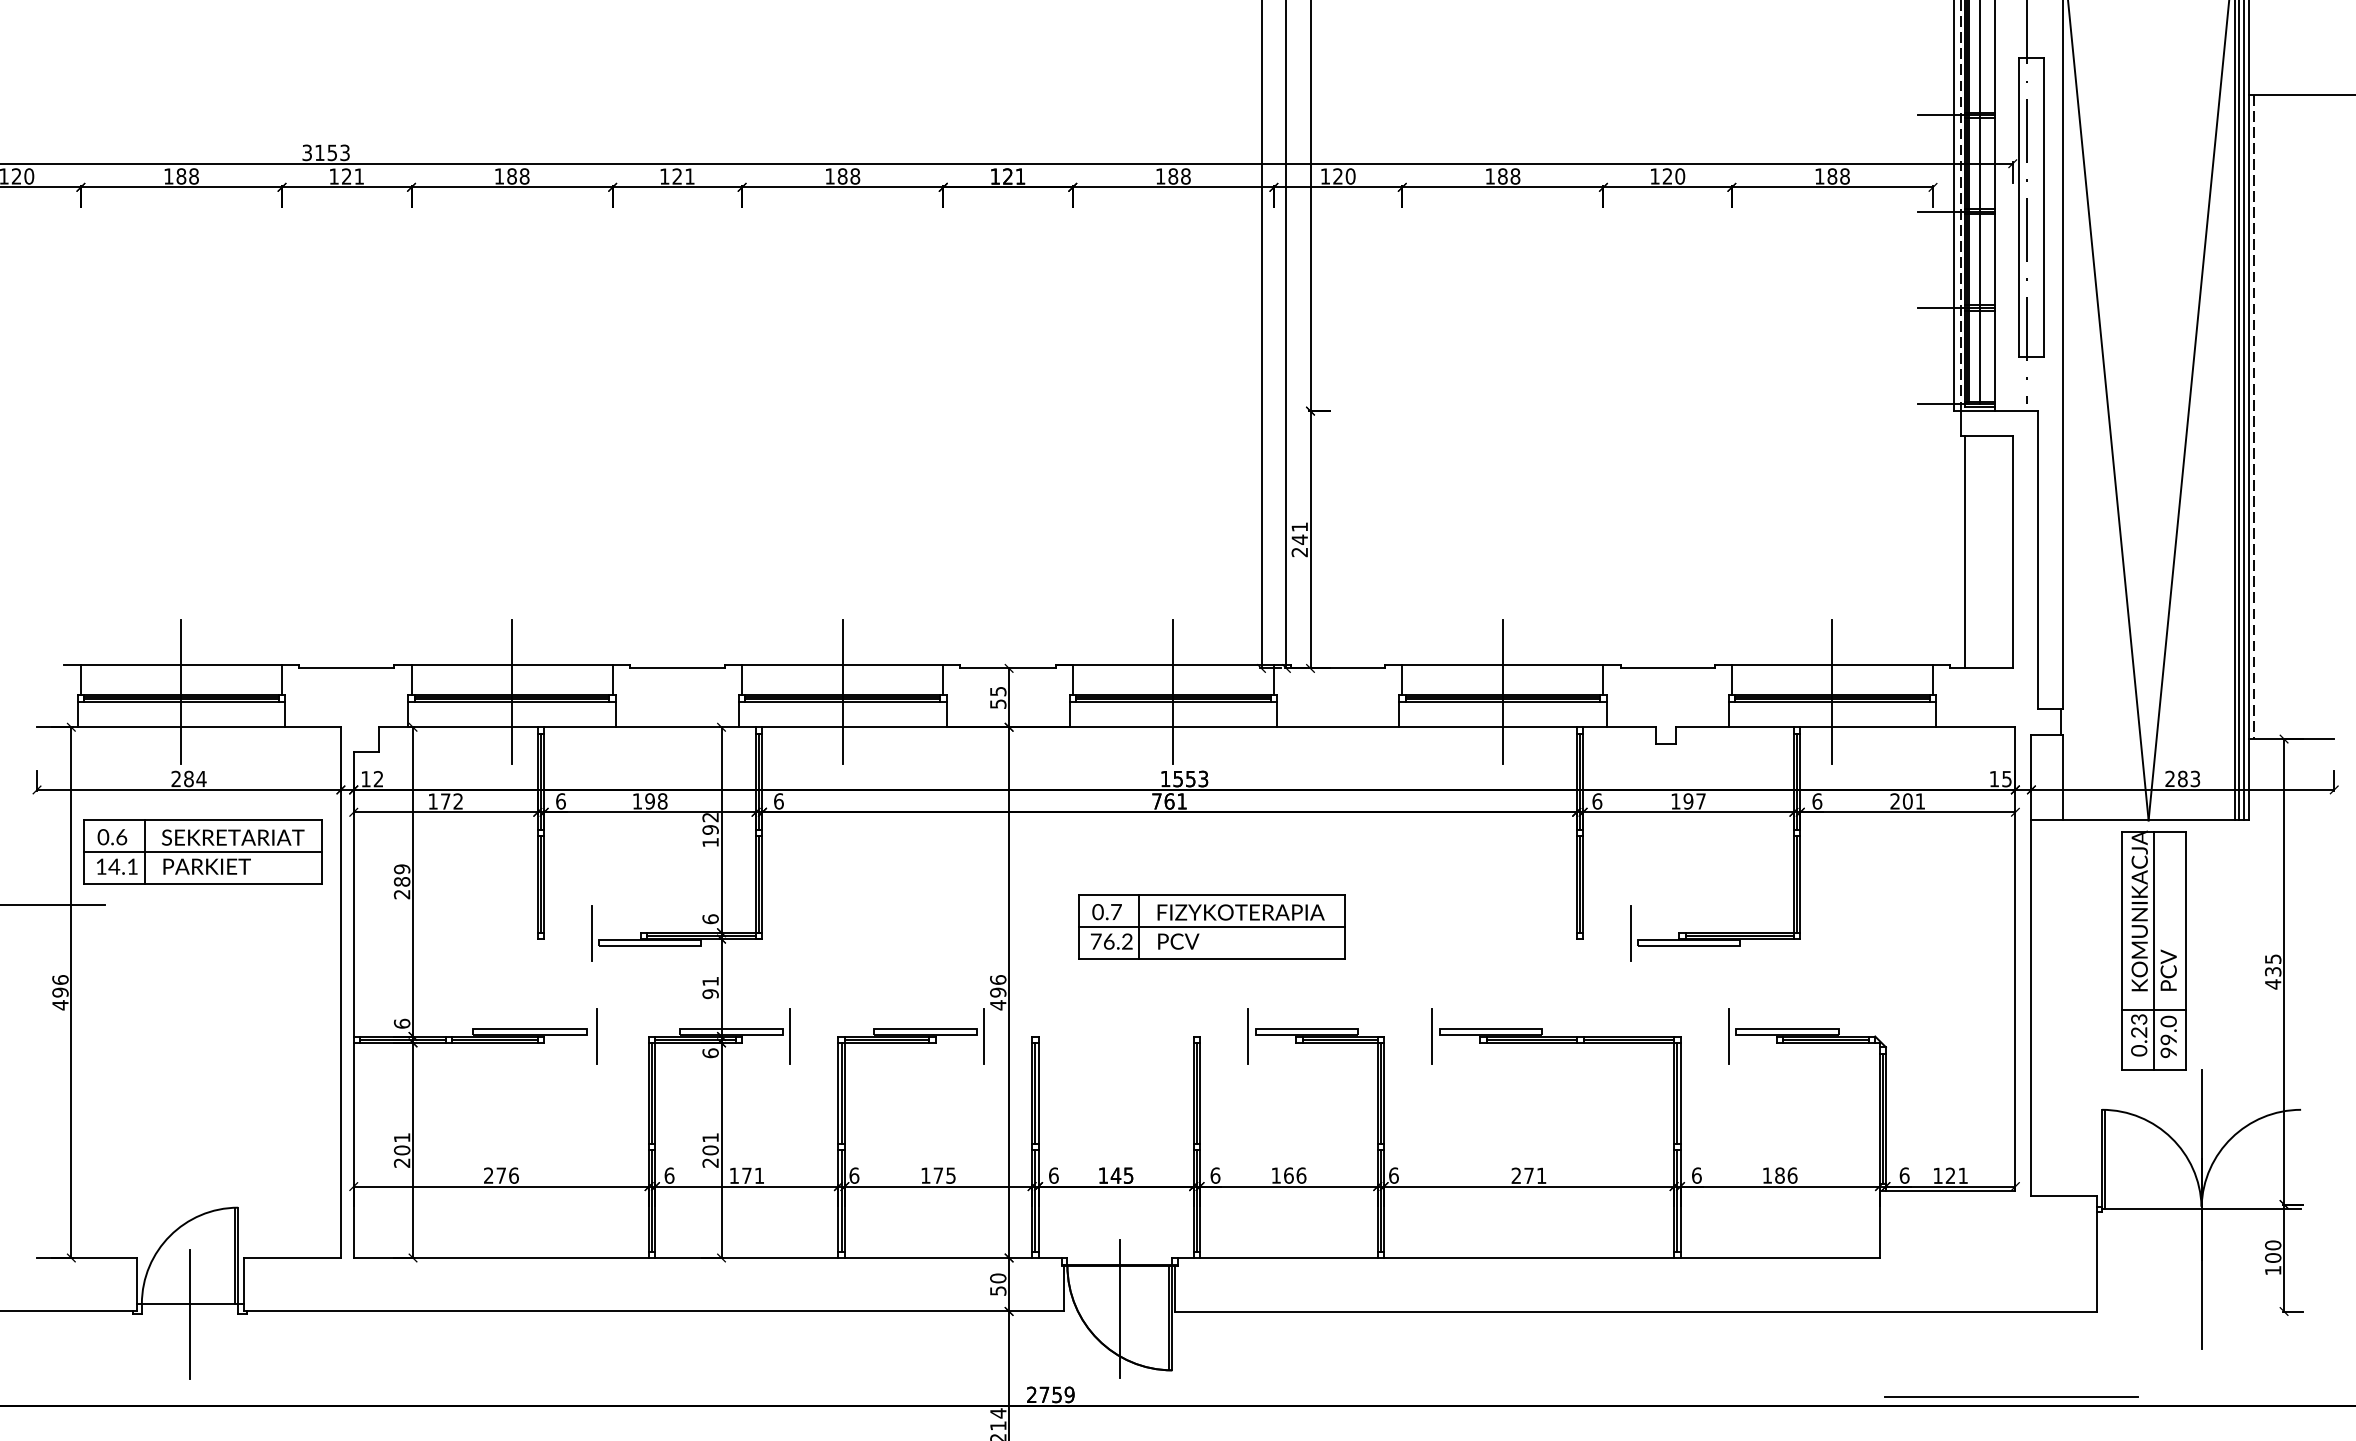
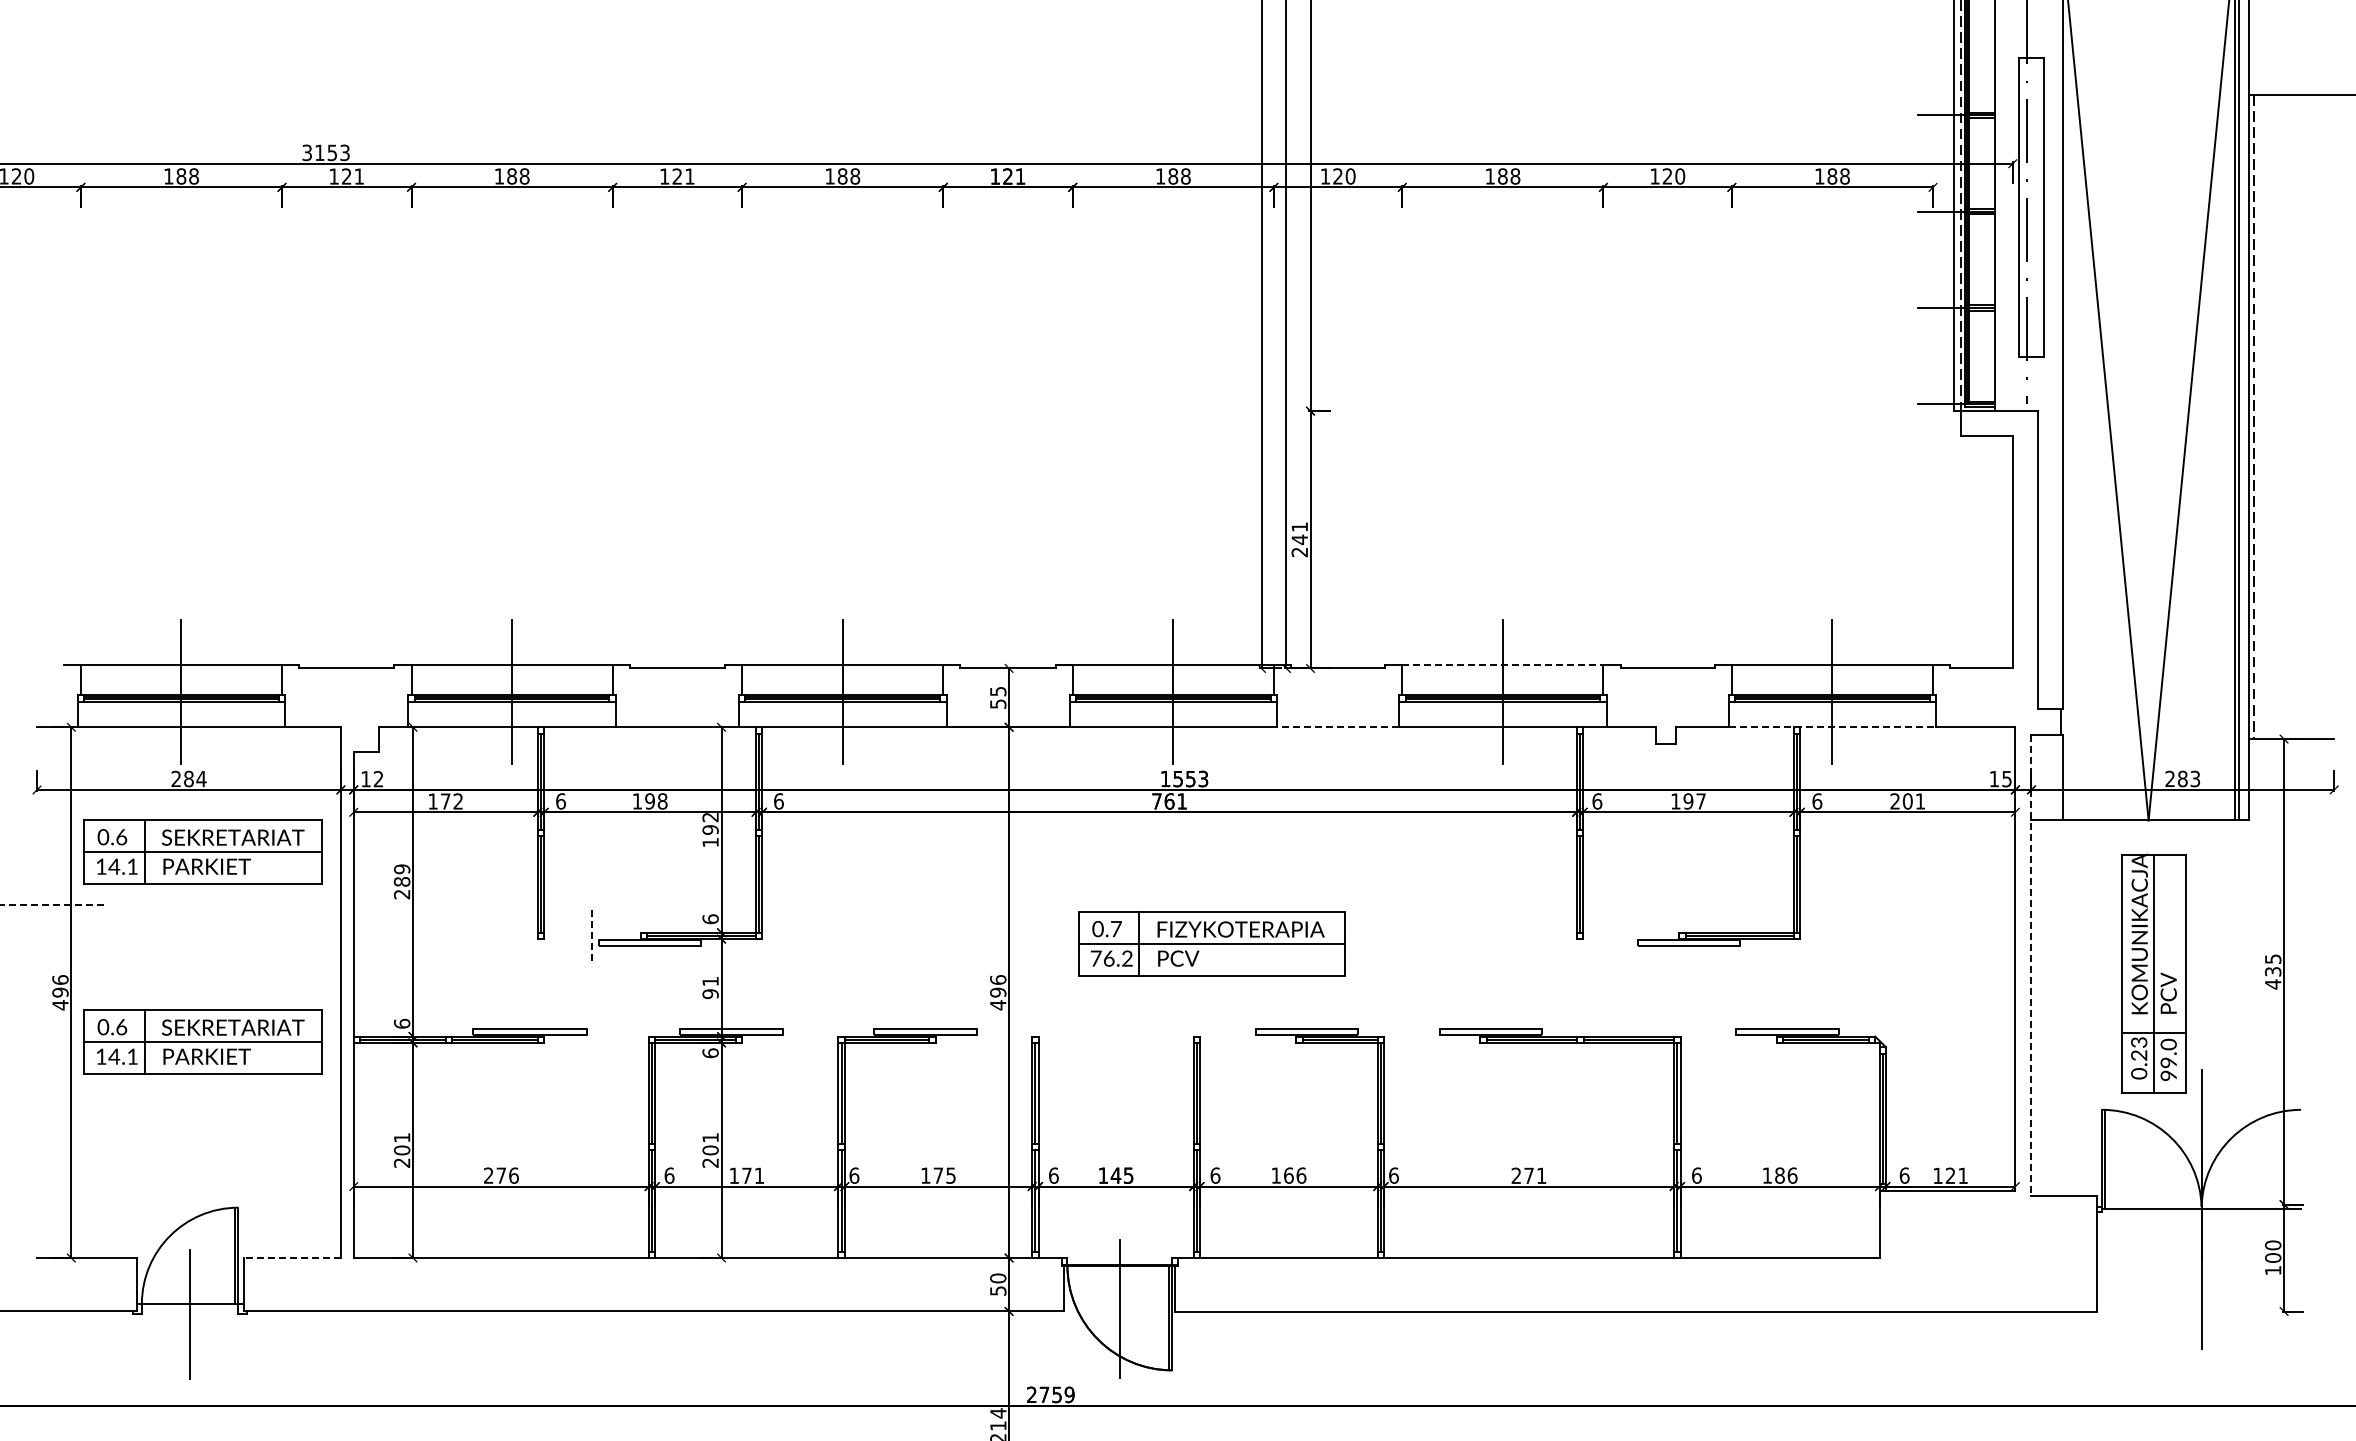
line at (1980, 203): present -> none
line at (2244, 411): present -> none
line at (1964, 552): present -> none
line at (1502, 665): solid -> dashed
line at (1338, 727): solid -> dashed
line at (1832, 727): solid -> dashed
line at (52, 904): solid -> dashed
part at (1211, 926) position: (1211, 926) -> (1211, 943)
line at (592, 933): solid -> dashed
line at (1631, 933): present -> none
part at (2153, 950) position: (2153, 950) -> (2153, 973)
line at (2031, 966): solid -> dashed
line at (596, 1036): present -> none
line at (790, 1036): present -> none
line at (983, 1036): present -> none
line at (1248, 1036): present -> none
line at (1432, 1036): present -> none
line at (1728, 1036): present -> none
part at (202, 1041): none -> present
line at (292, 1257): solid -> dashed
line at (2010, 1397): present -> none
